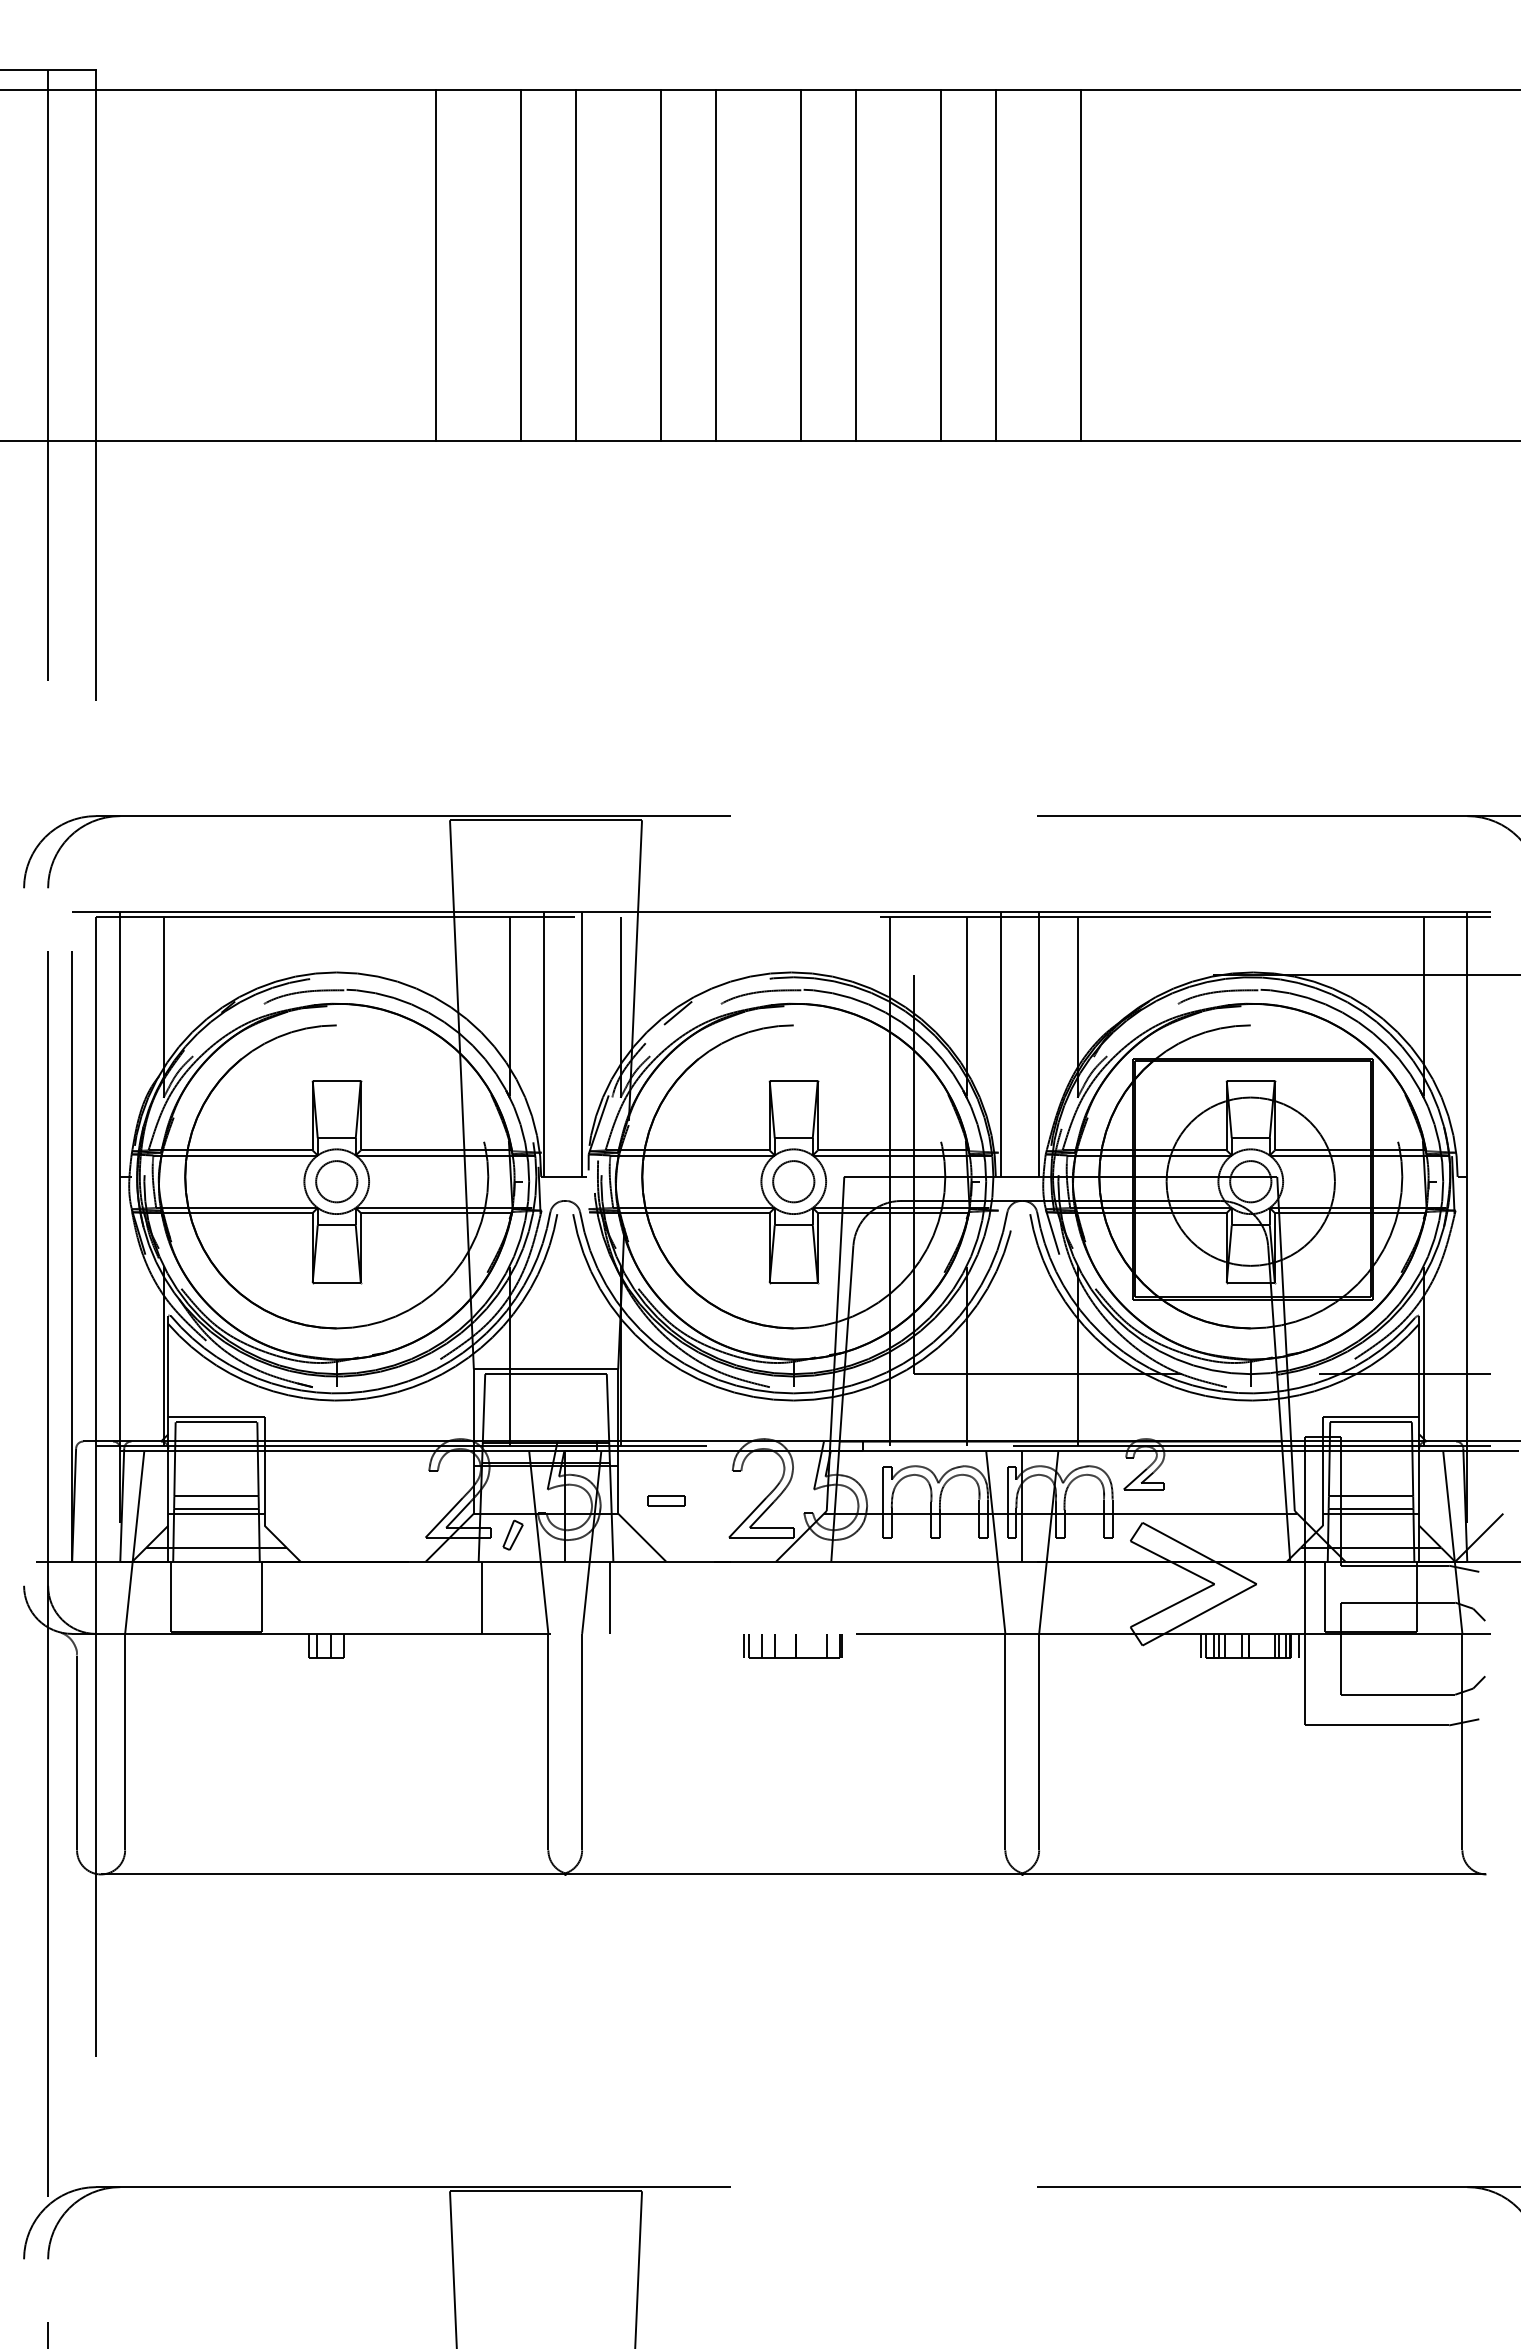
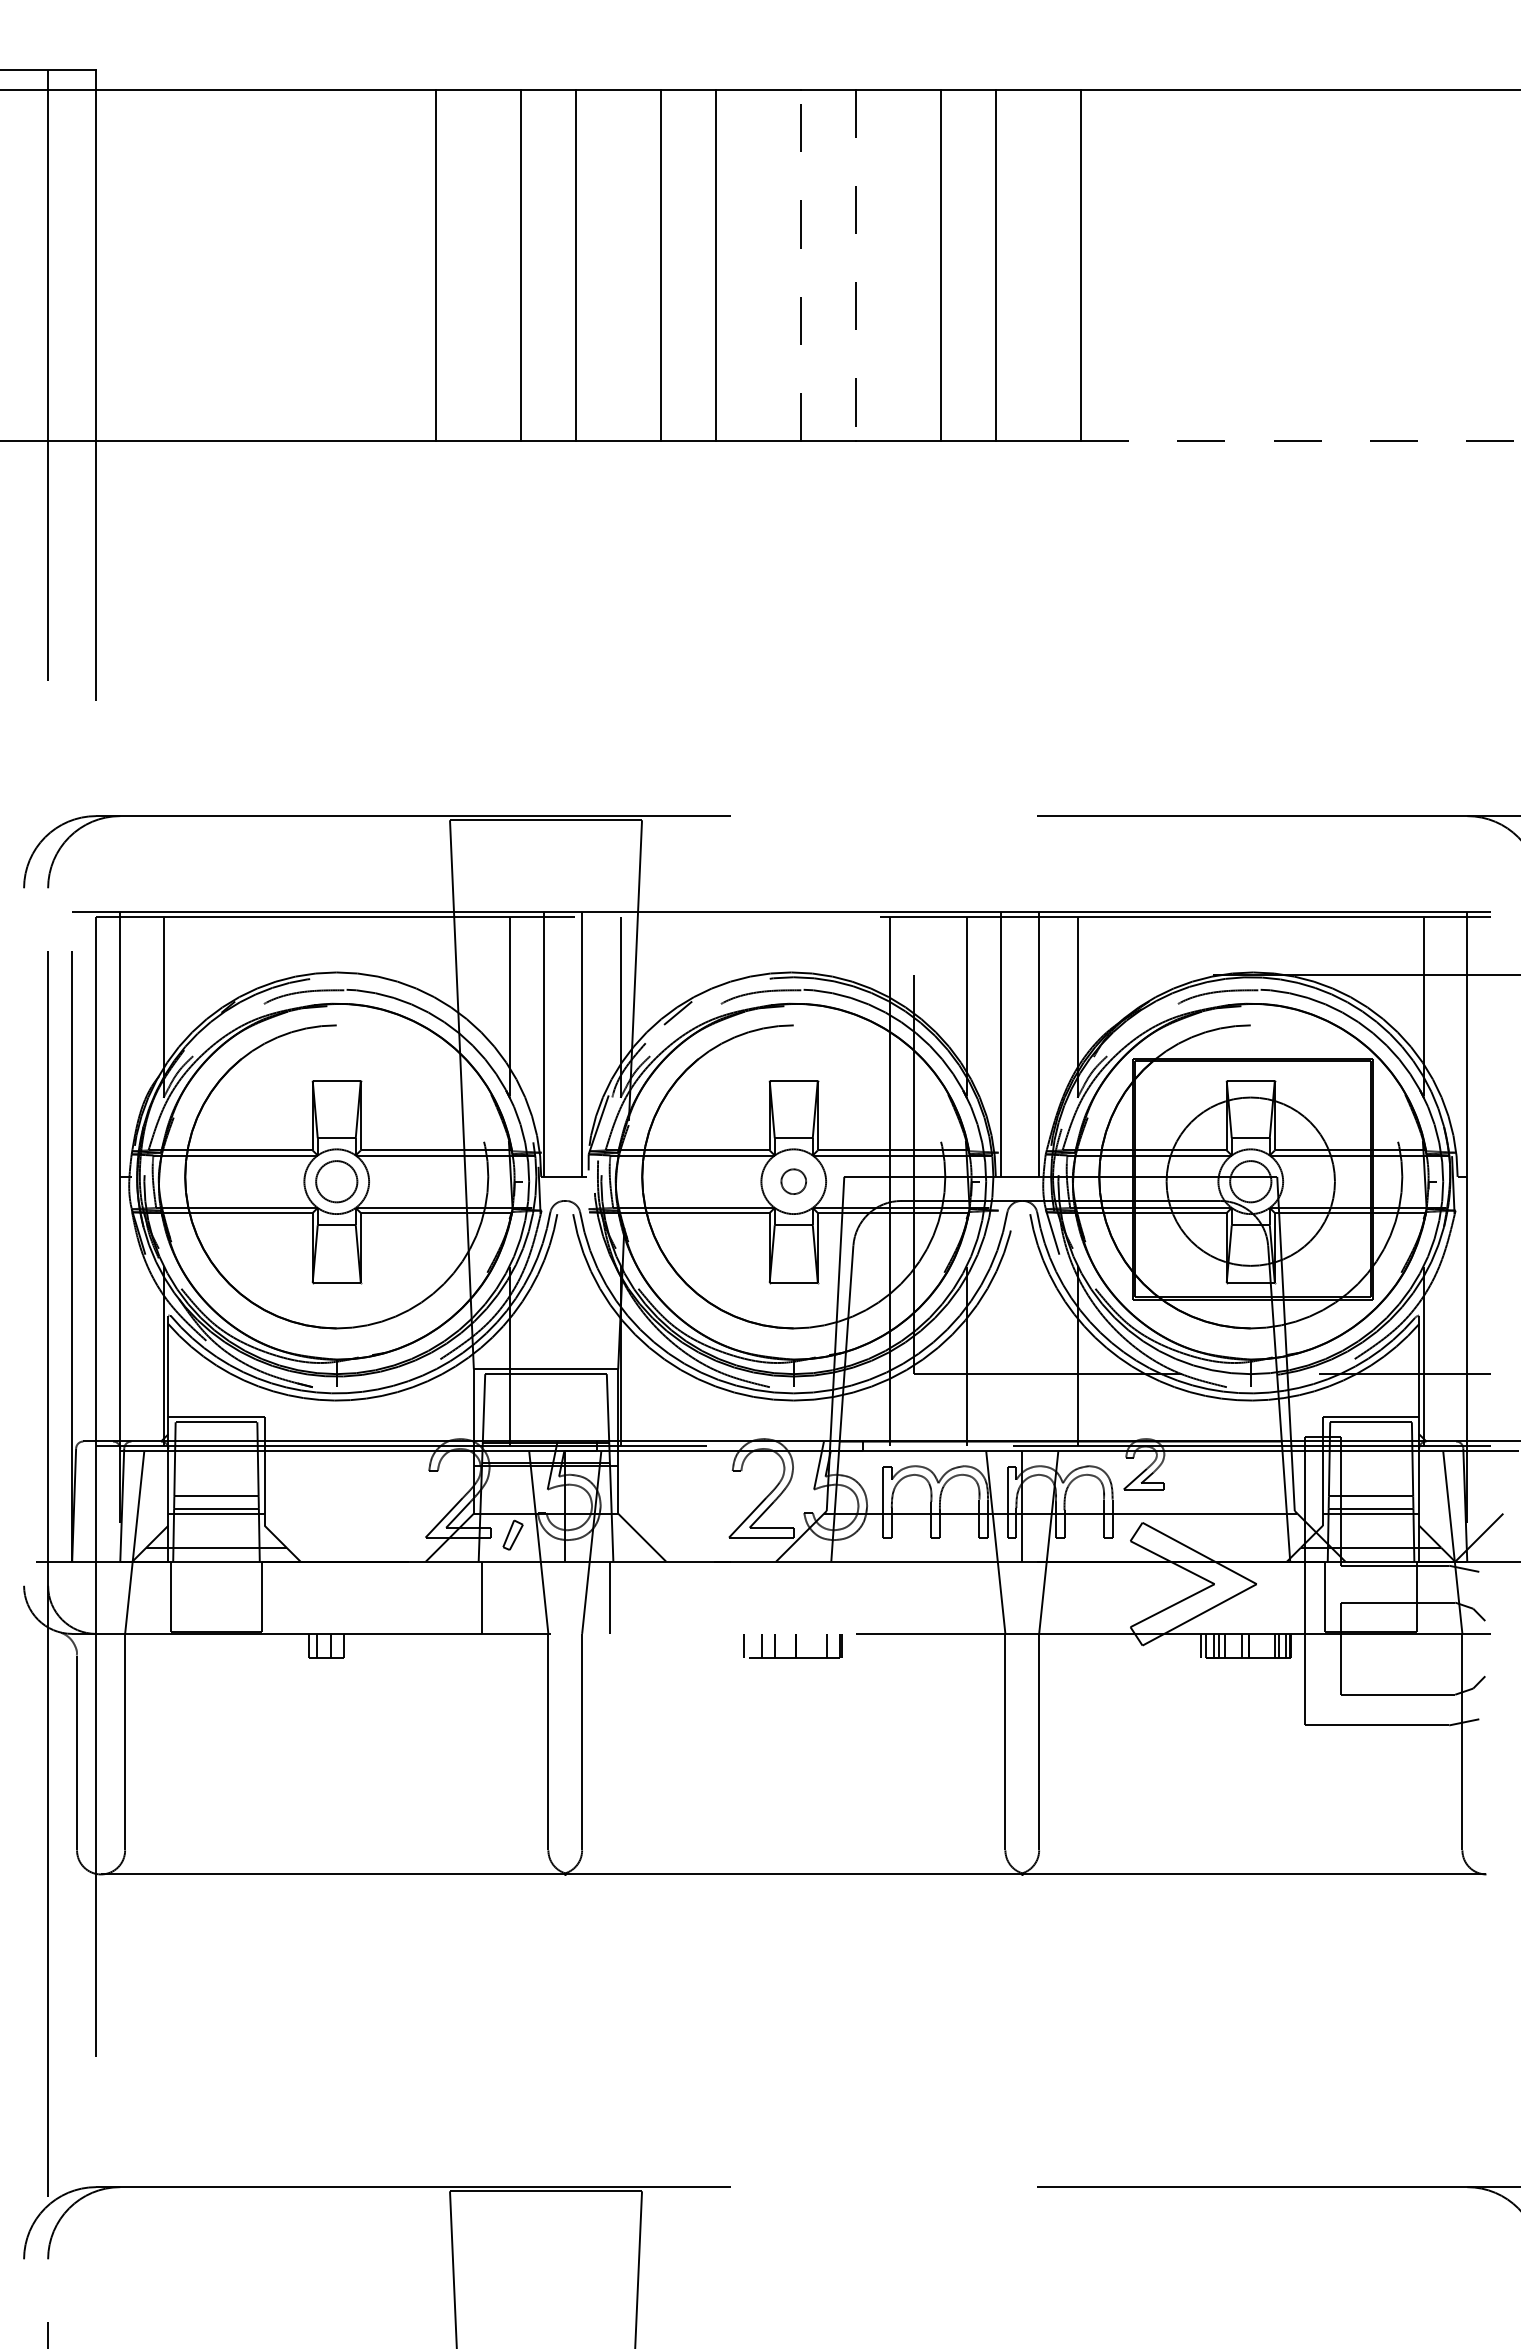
line at (801, 265): solid -> dashed
line at (856, 265): solid -> dashed
line at (1300, 440): solid -> dashed
circle at (793, 1181) diameter: 41 px -> 25 px
part at (666, 1500): present -> none
line at (749, 1645): present -> none
line at (1298, 1645): present -> none
